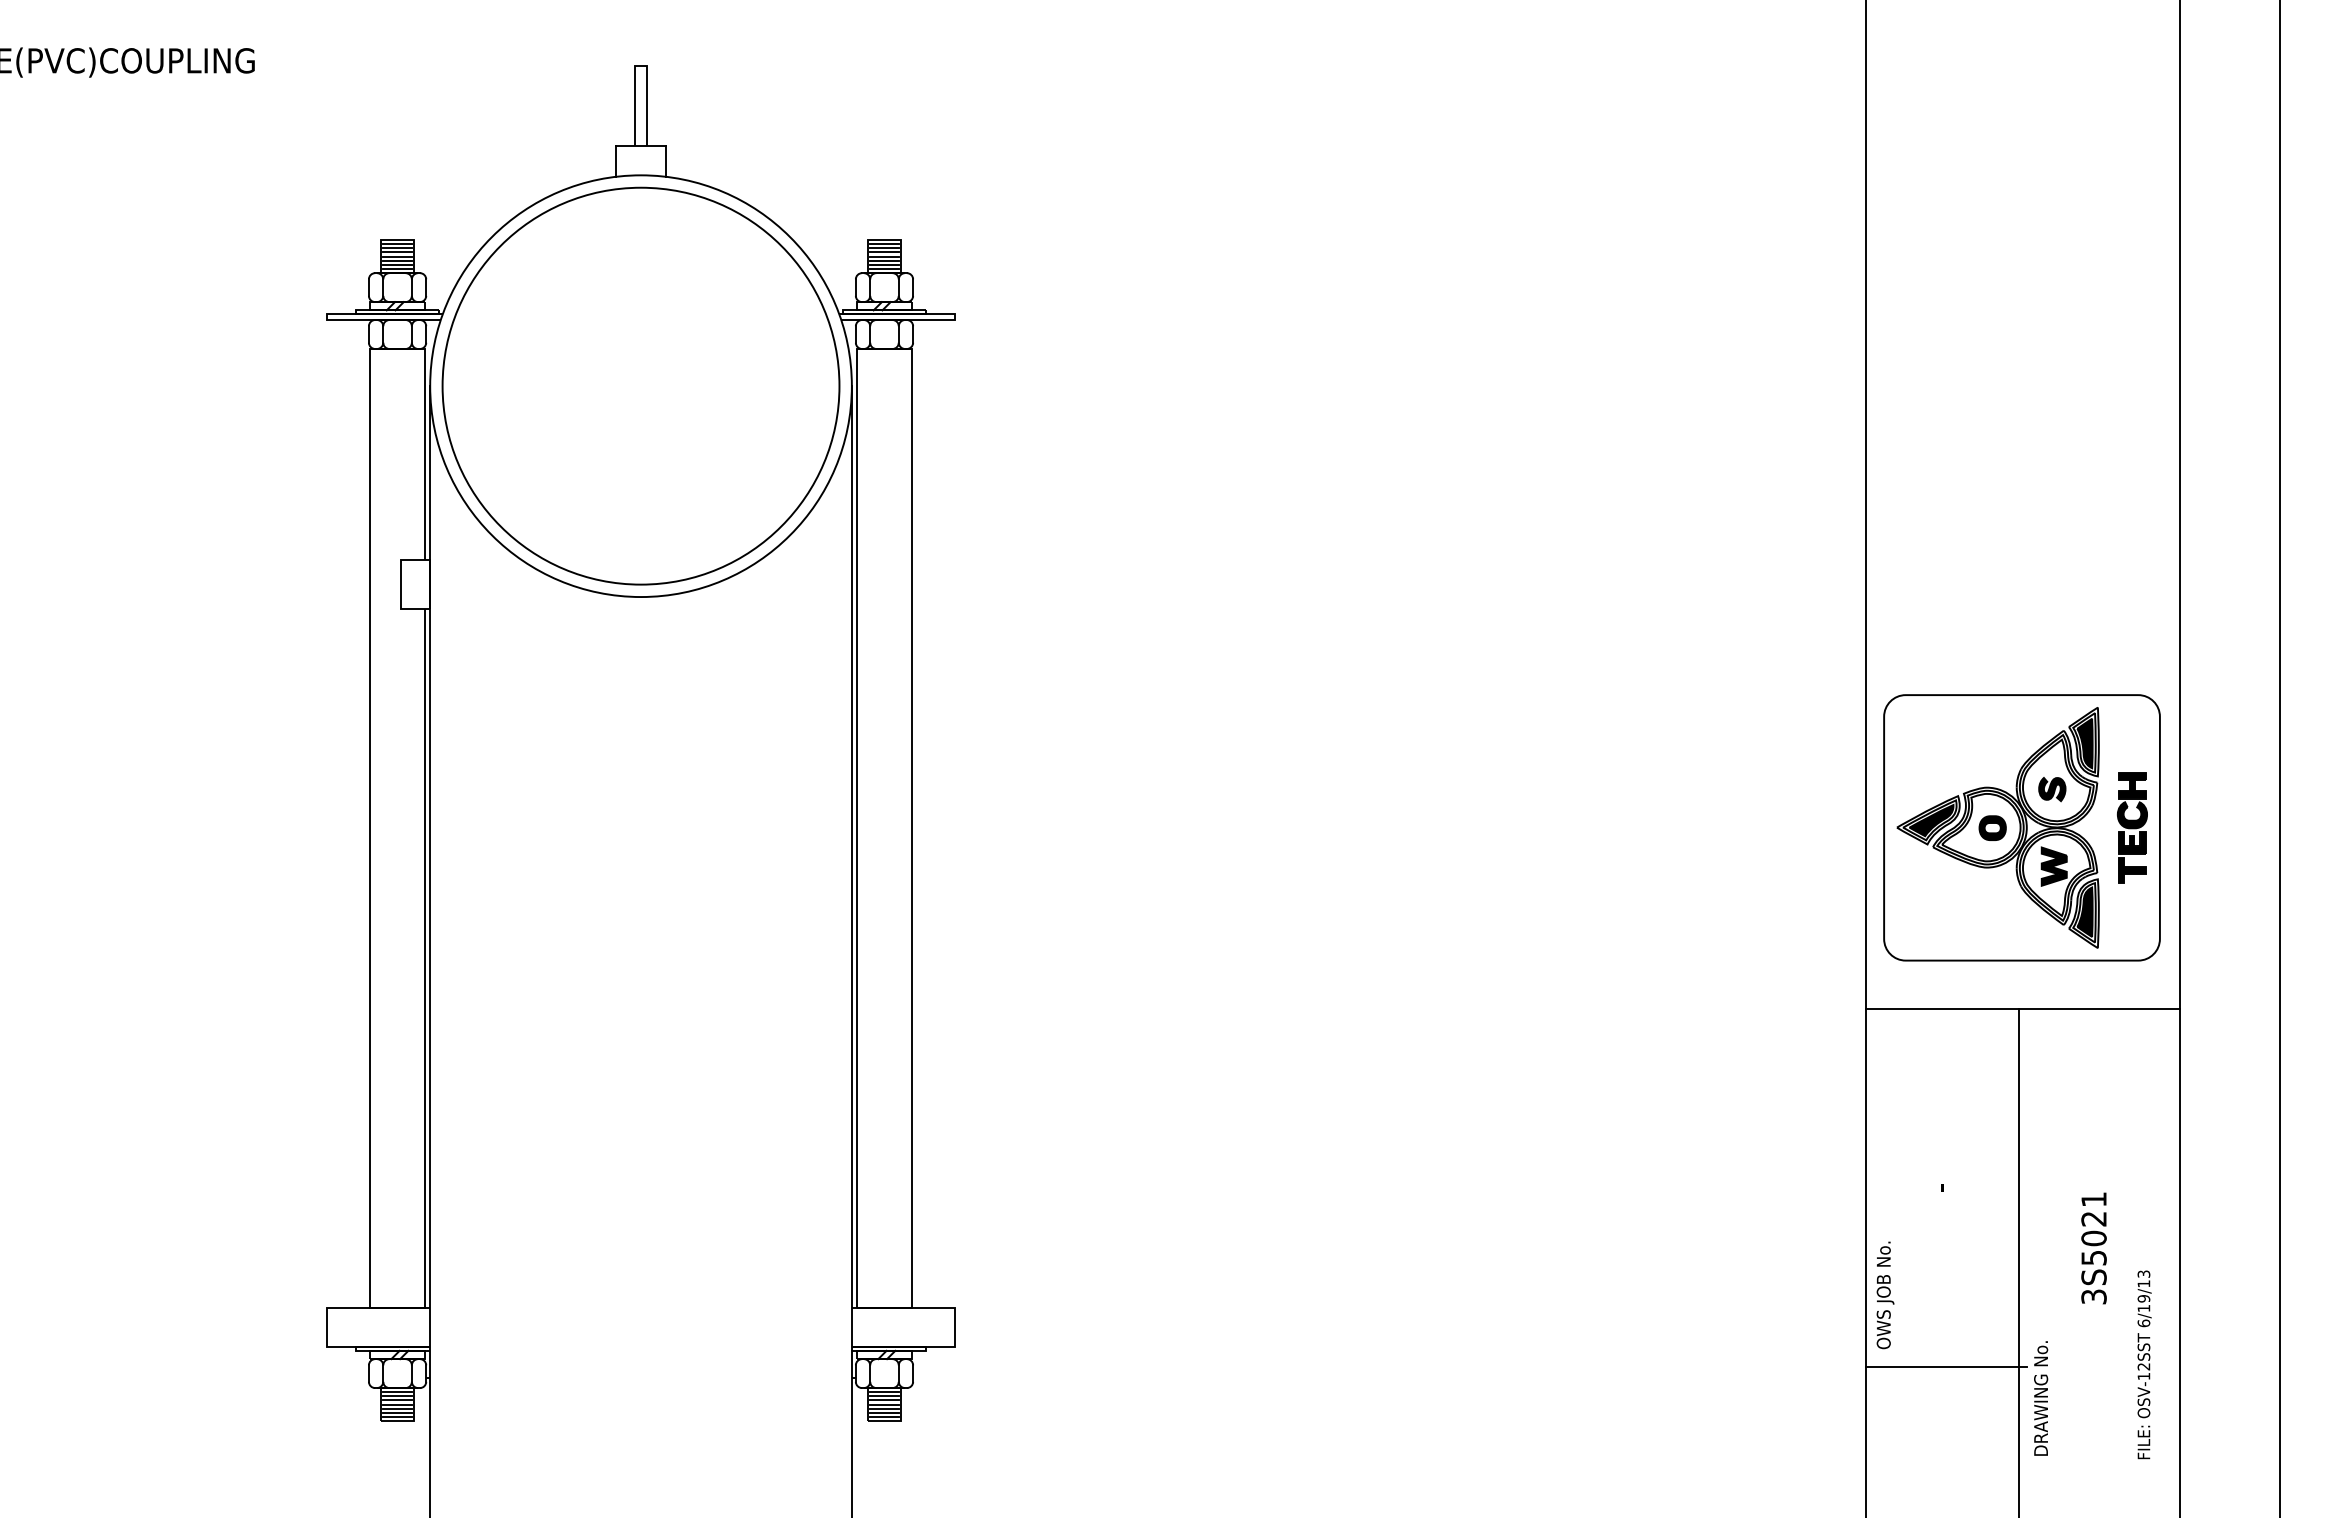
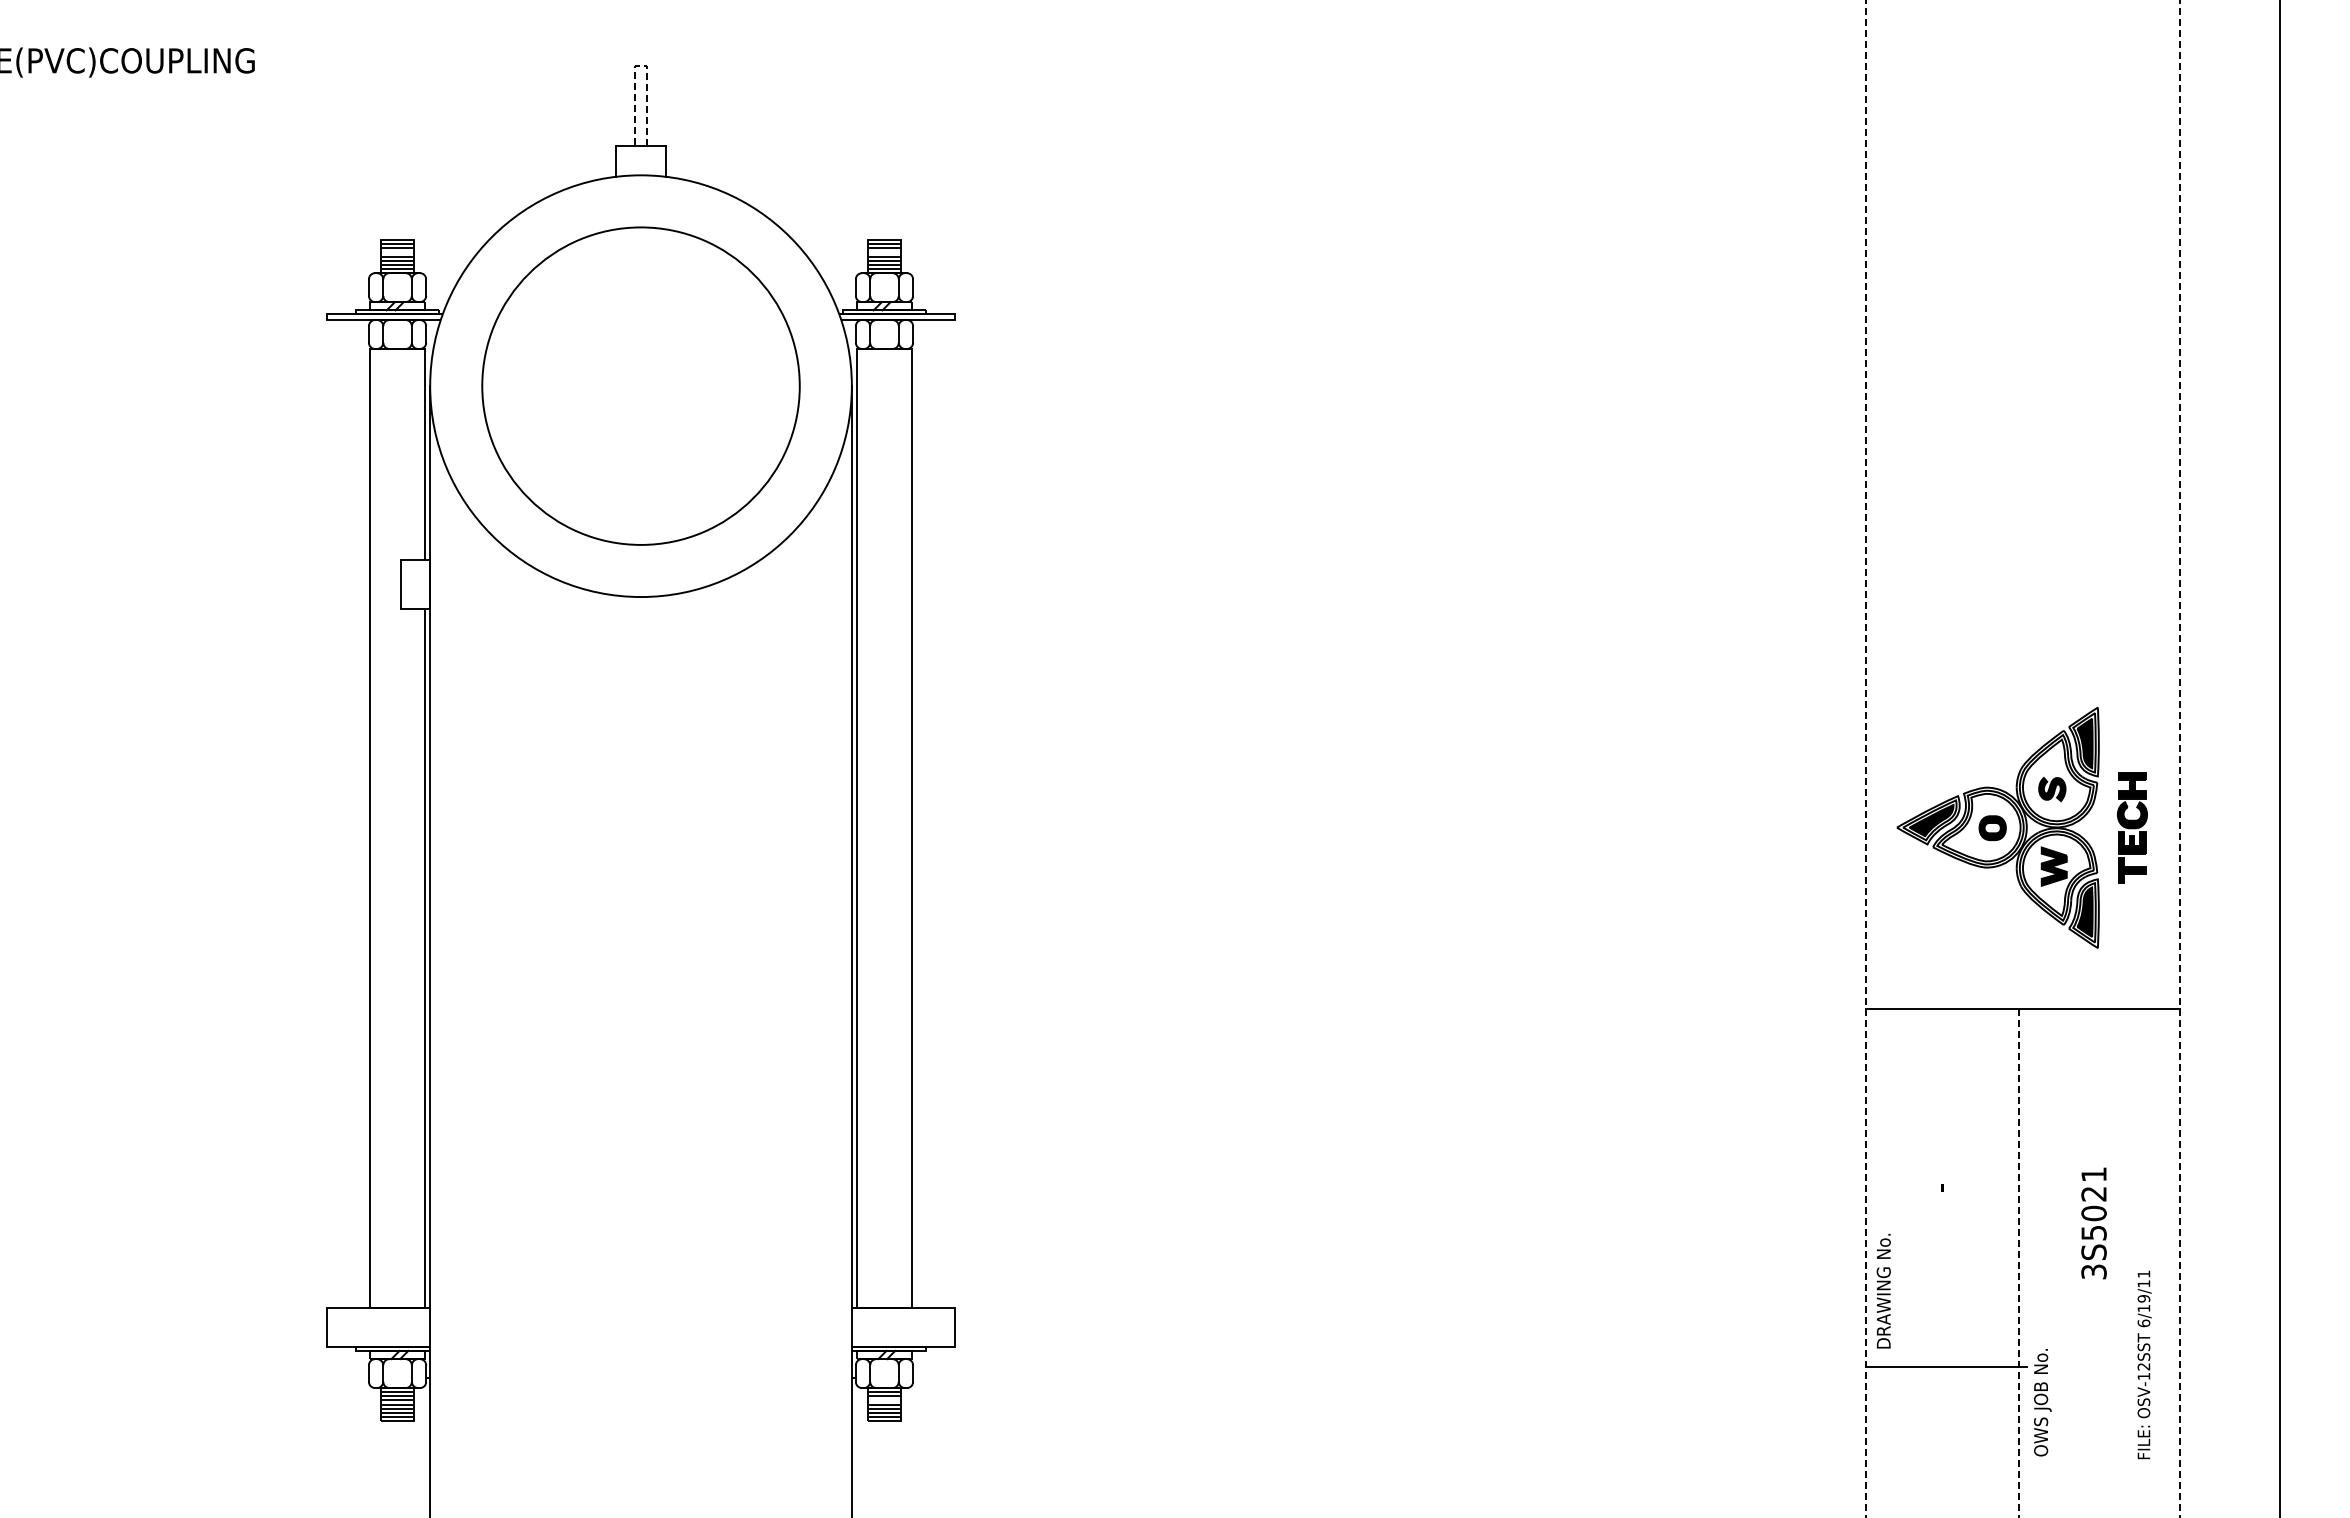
line at (640, 65): solid -> dashed
line at (397, 252): present -> none
line at (884, 252): present -> none
circle at (640, 385) diameter: 397 px -> 318 px
line at (2179, 758): solid -> dashed
line at (1865, 759): solid -> dashed
part at (2021, 827): present -> none
text at (2093, 1248) position: (2093, 1248) -> (2093, 1223)
line at (2018, 1263): solid -> dashed
text at (2143, 1273): 6/19/13 -> 6/19/11
text at (1885, 1291): OWS JOB No. -> DRAWING No.
text at (2042, 1398): DRAWING No. -> OWS JOB No.
line at (884, 1400): present -> none
